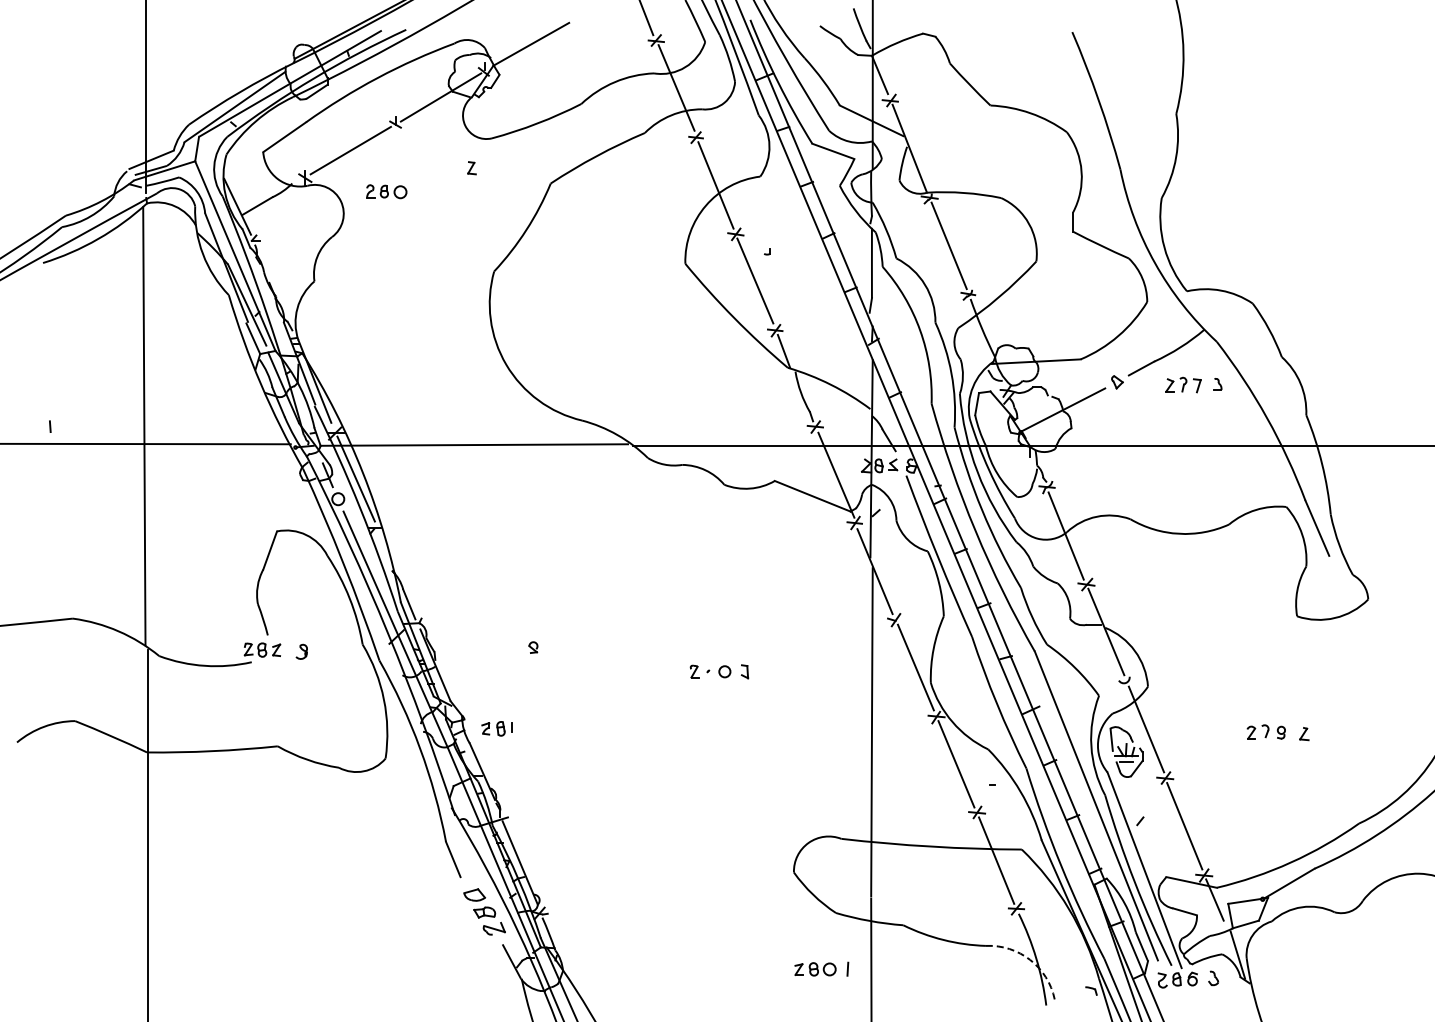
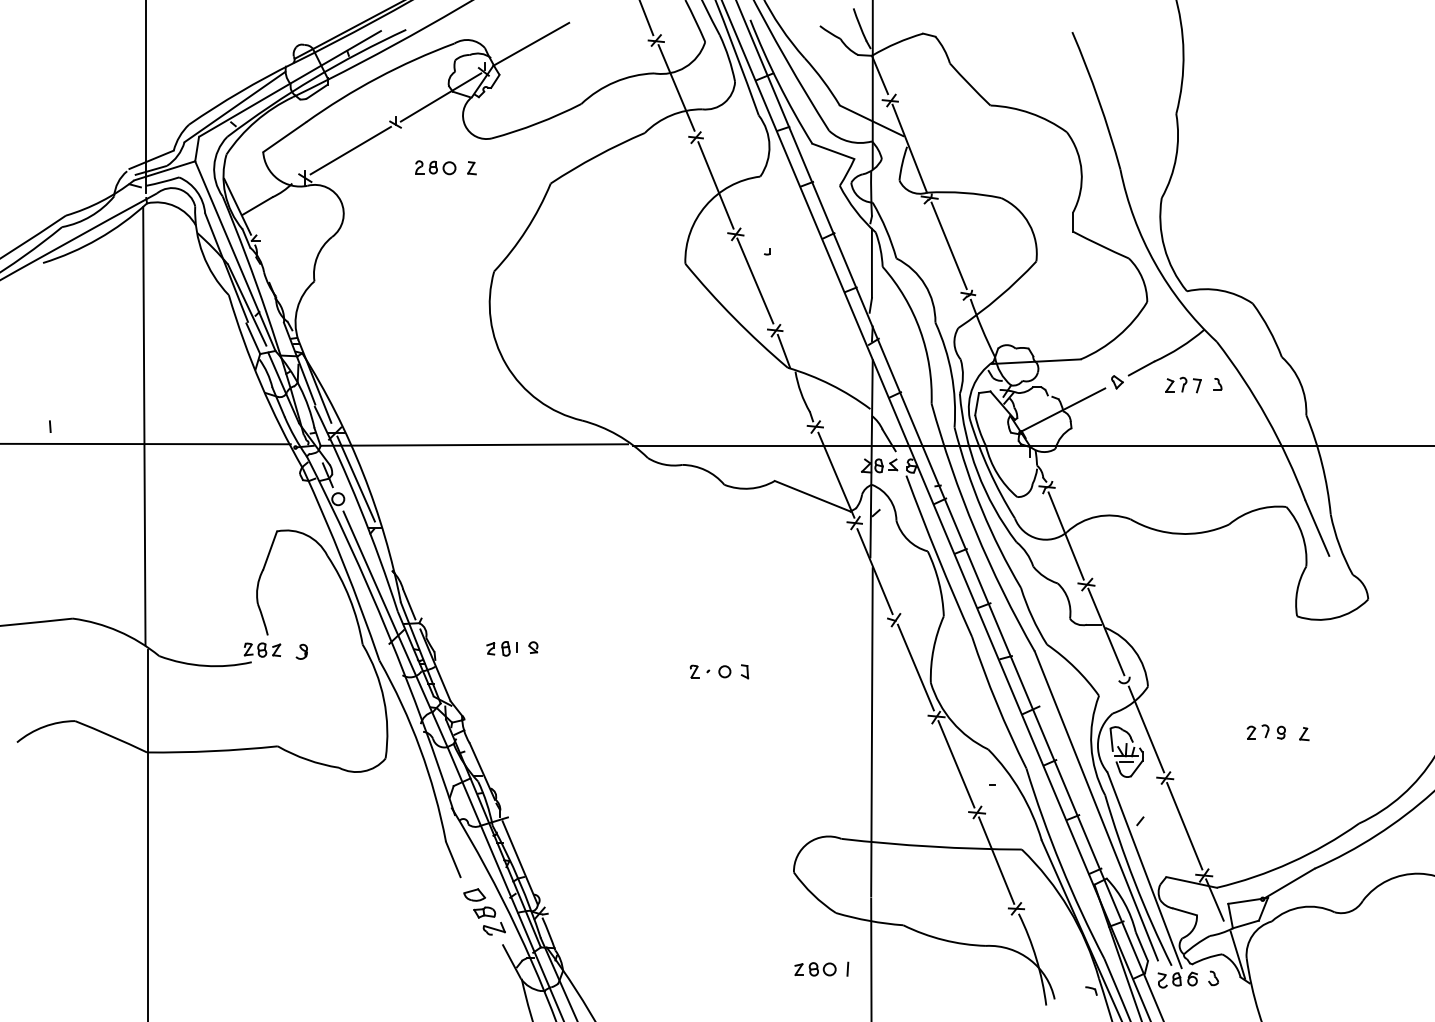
part at (386, 191) position: (386, 191) -> (435, 167)
part at (496, 728) position: (496, 728) -> (501, 648)
arc at (1030, 959): dashed -> solid
